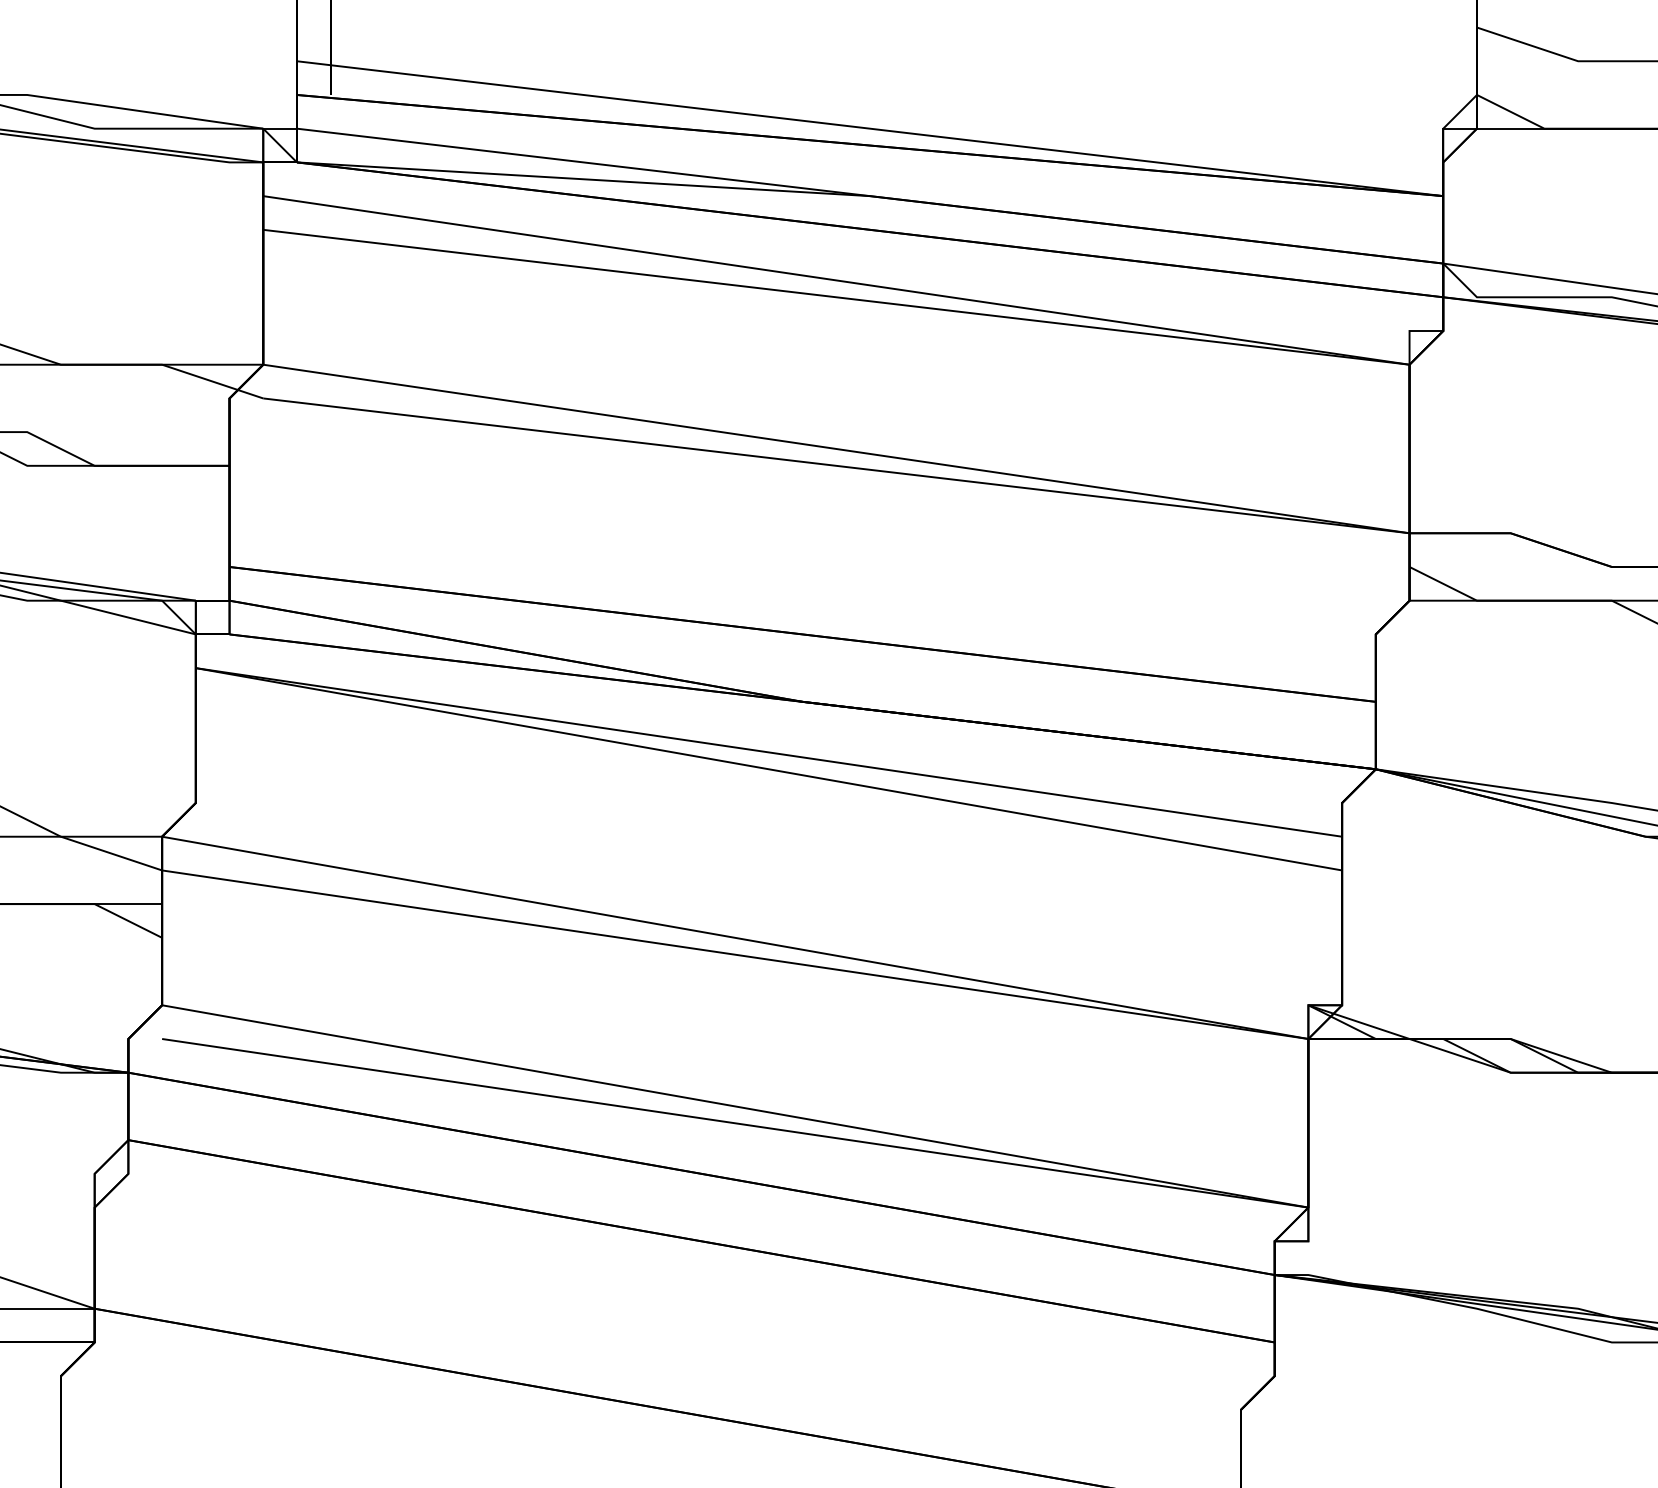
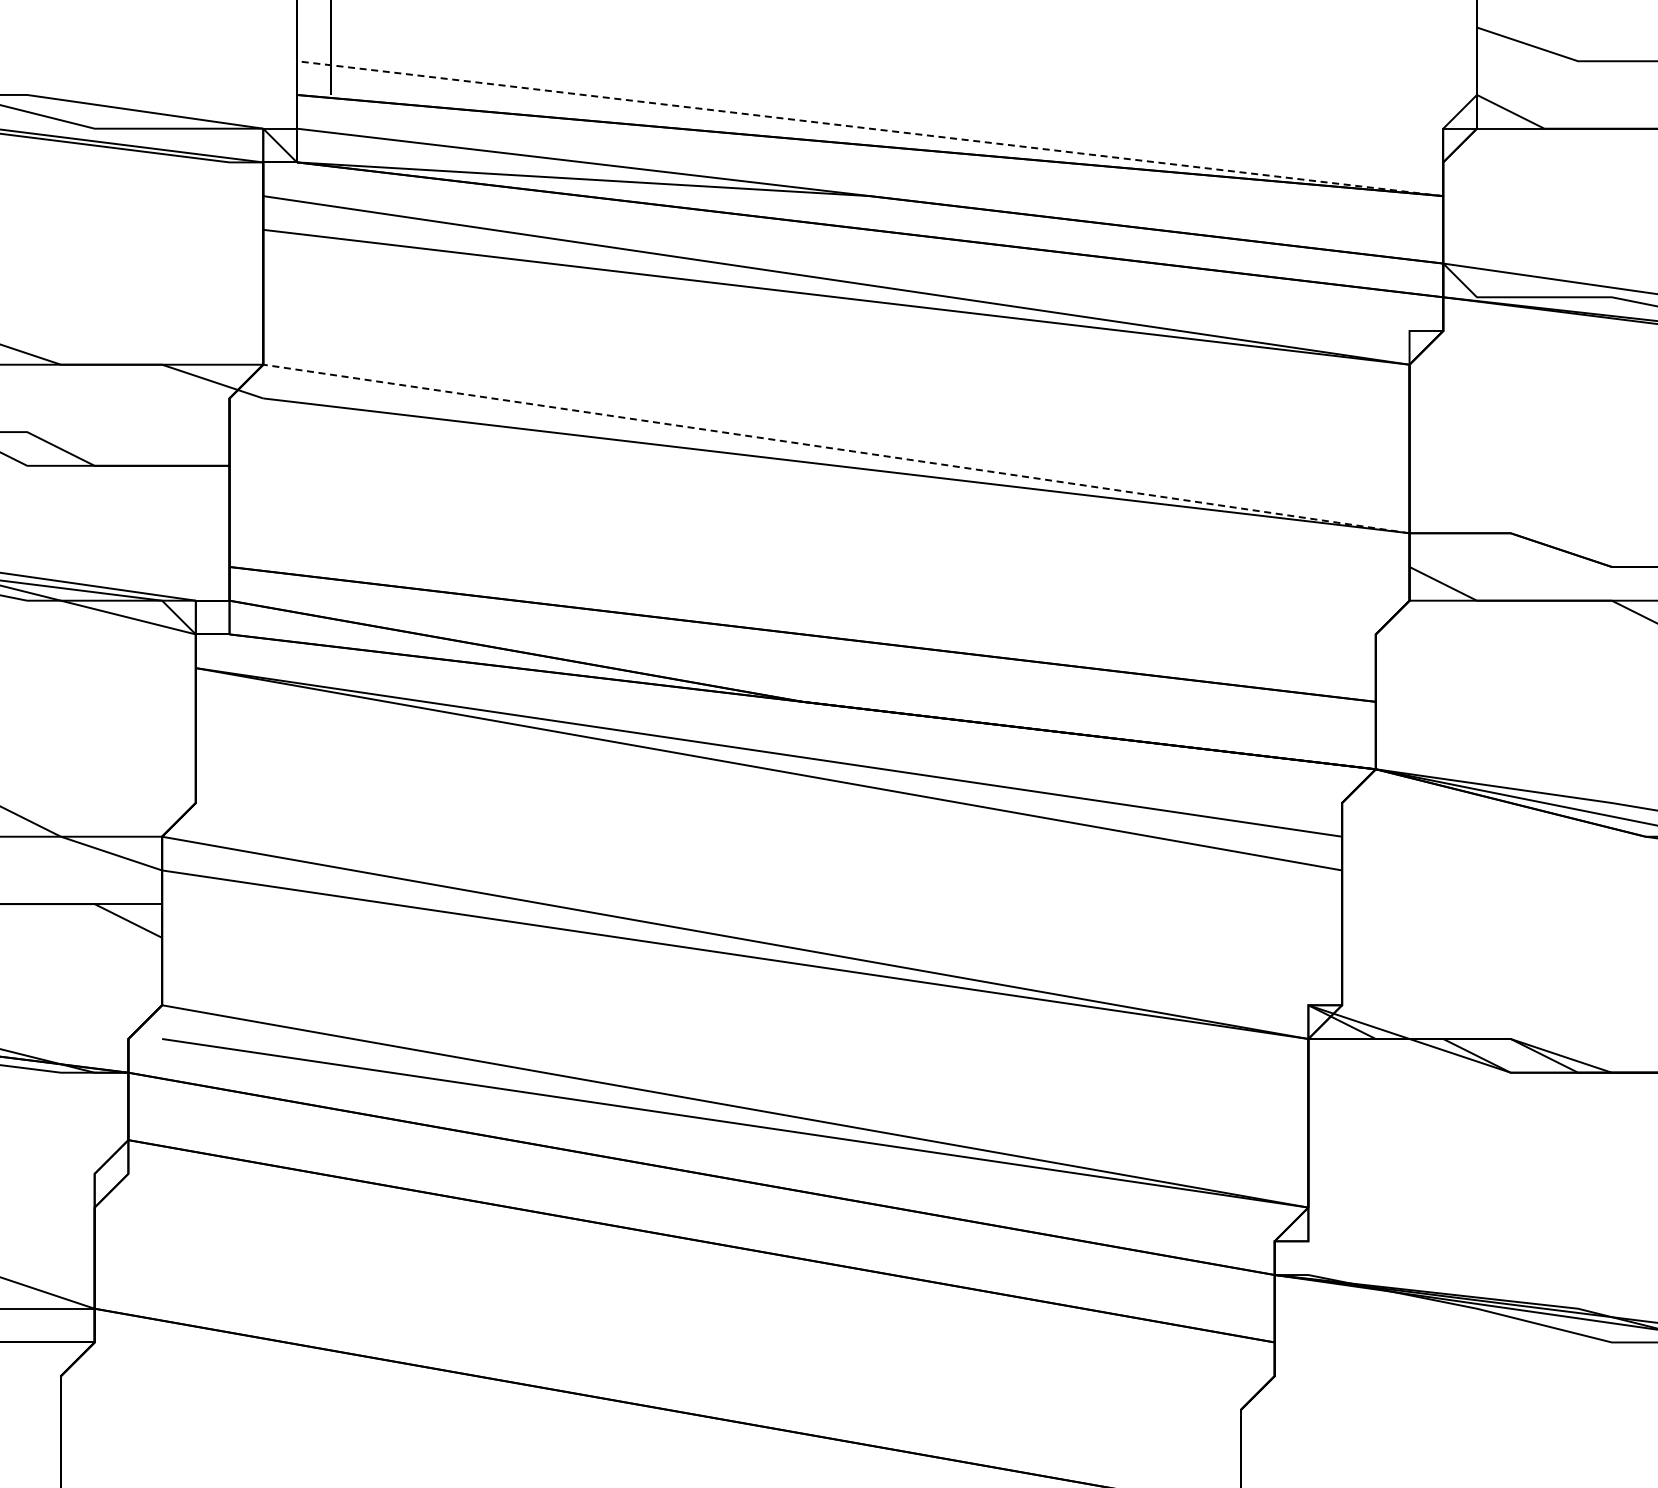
line at (869, 128): solid -> dashed
line at (835, 448): solid -> dashed
